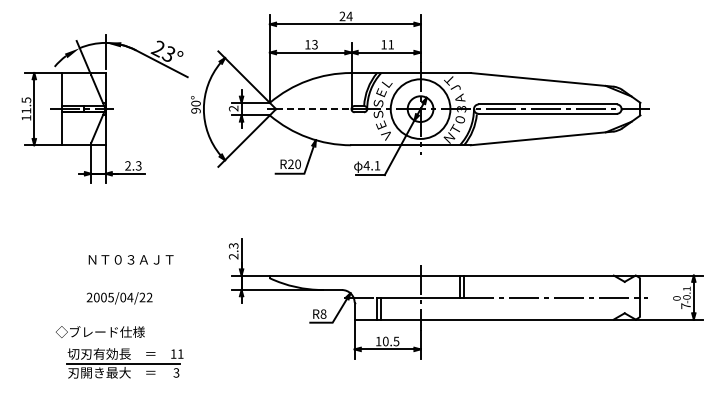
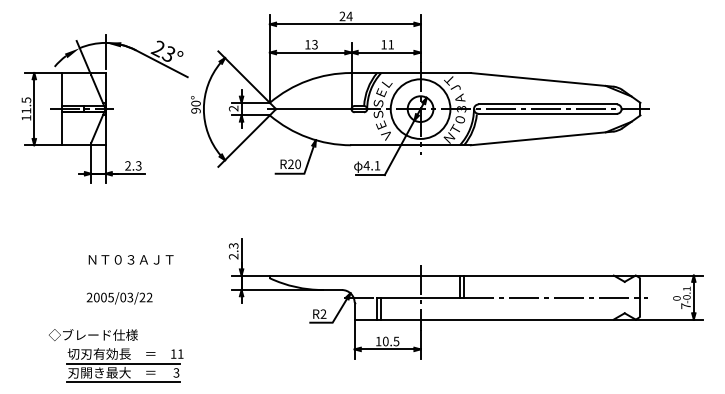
line at (313, 109): dashed -> solid
text at (130, 297): 2005/04/22 -> 2005/03/22
text at (323, 313): R8 -> R2
text at (100, 331) position: (100, 331) -> (93, 334)
line at (123, 382): none -> present
